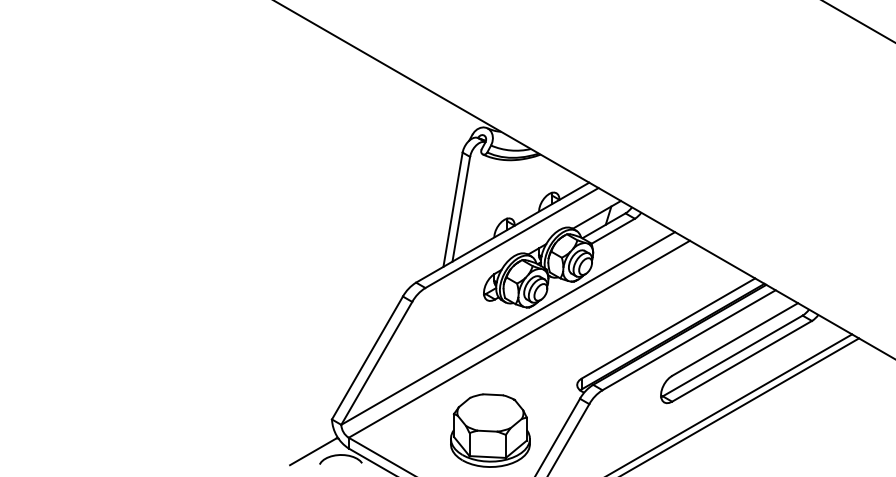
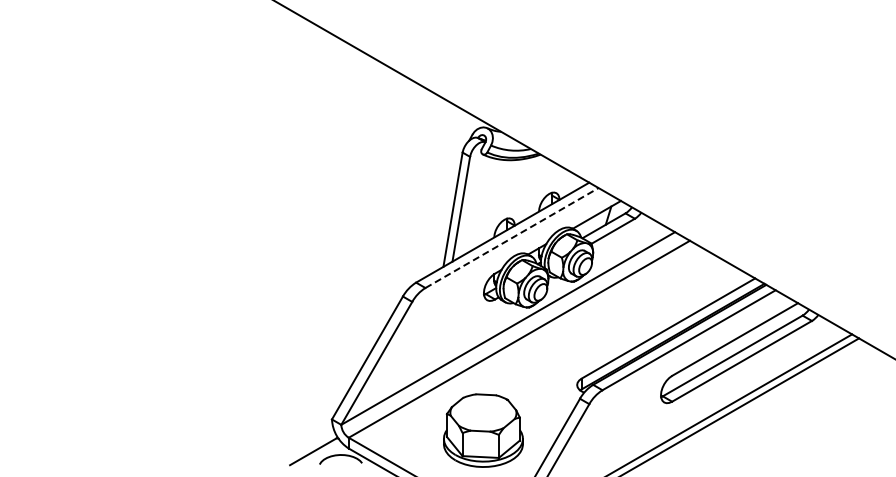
line at (858, 21): present -> none
line at (512, 238): solid -> dashed
part at (490, 430) position: (490, 430) -> (483, 430)
